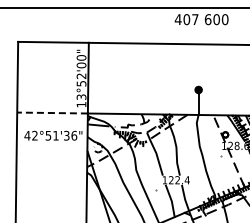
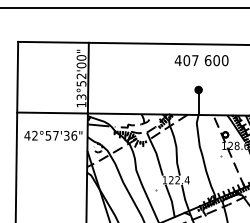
text at (201, 19) position: (201, 19) -> (201, 60)
line at (52, 113): dashed -> solid
text at (55, 135): 42°51'36" -> 42°57'36"
